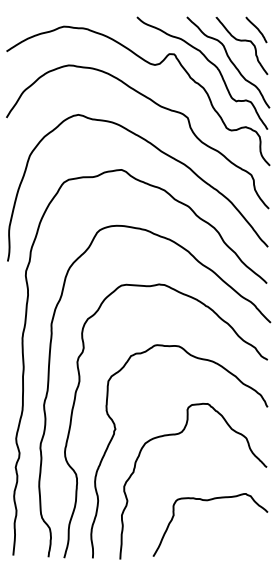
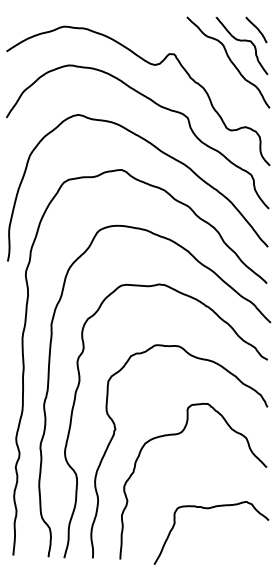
curve at (210, 63): present -> none
curve at (207, 501) position: (207, 501) -> (208, 509)
